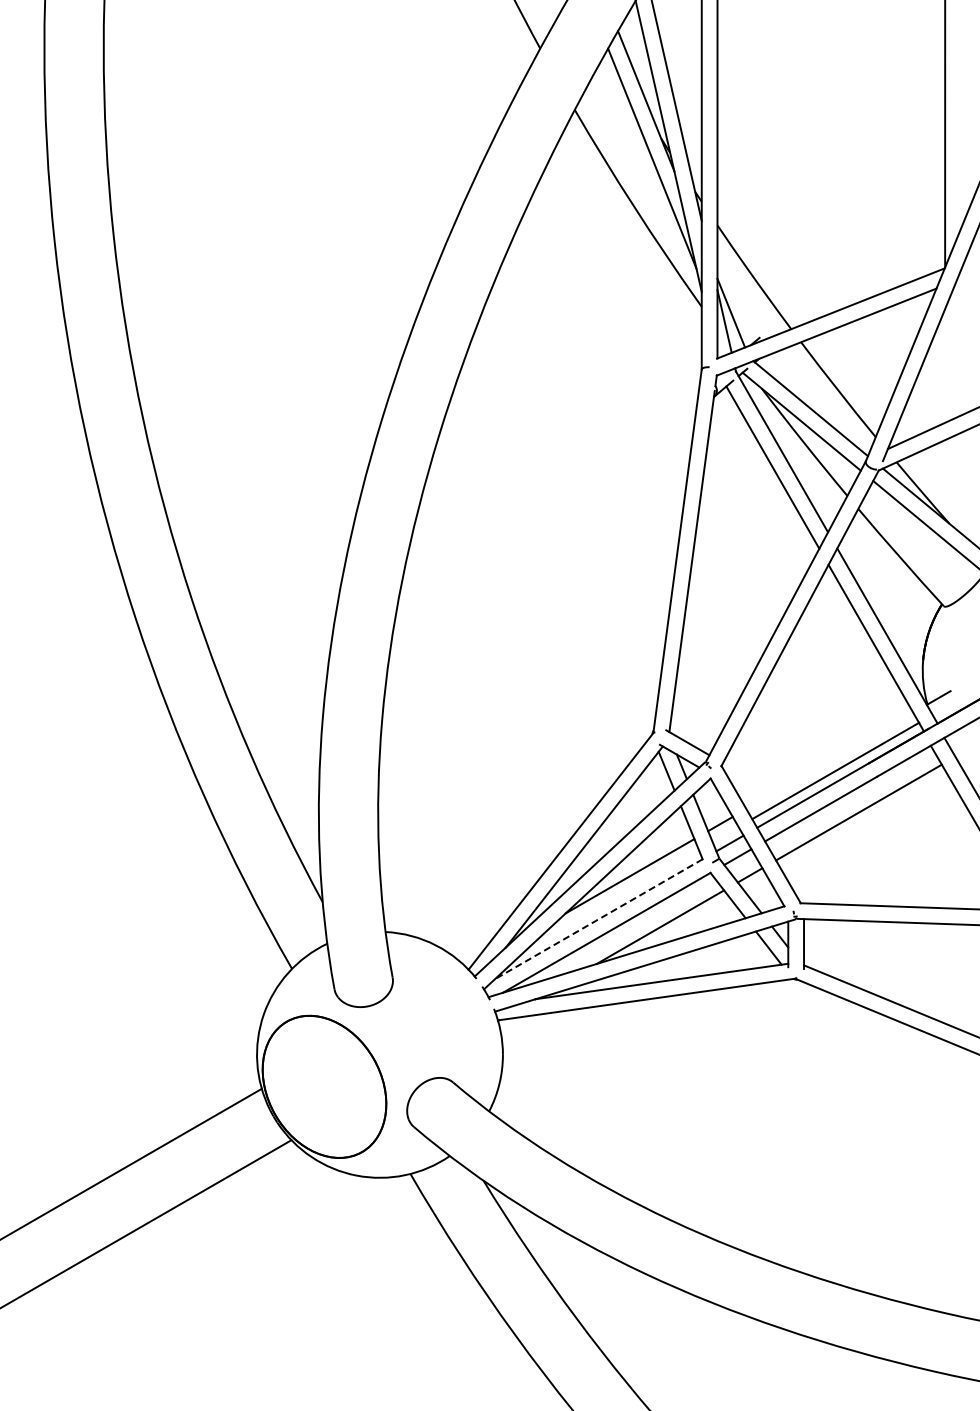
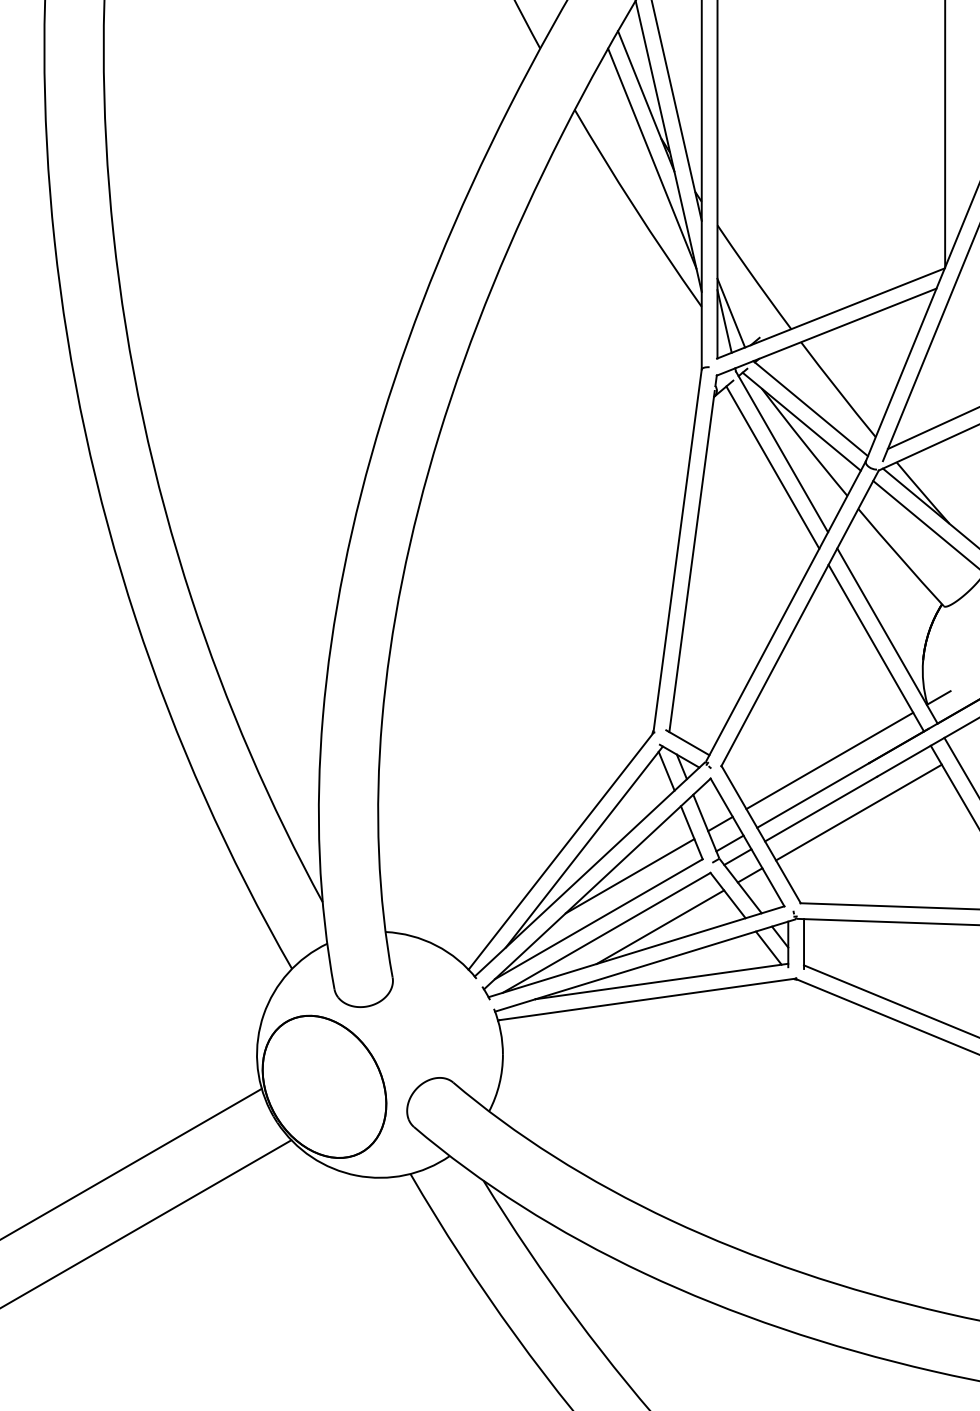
line at (835, 770) position: (835, 770) -> (829, 760)
line at (598, 919): dashed -> solid
